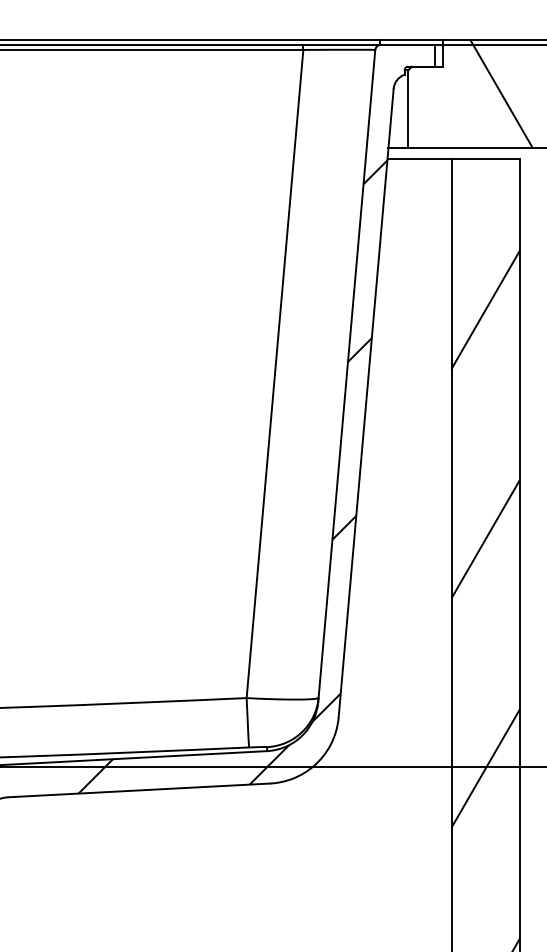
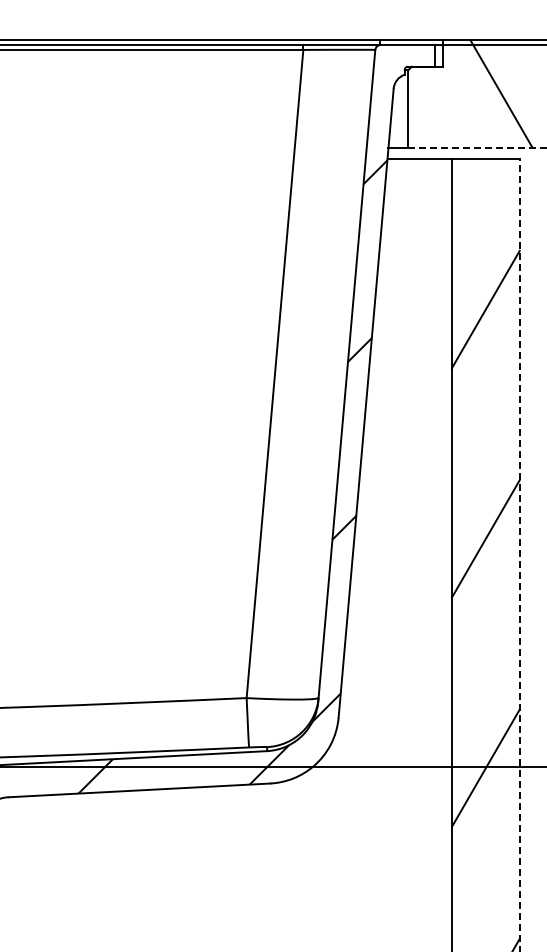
line at (477, 147): solid -> dashed
line at (520, 554): solid -> dashed
